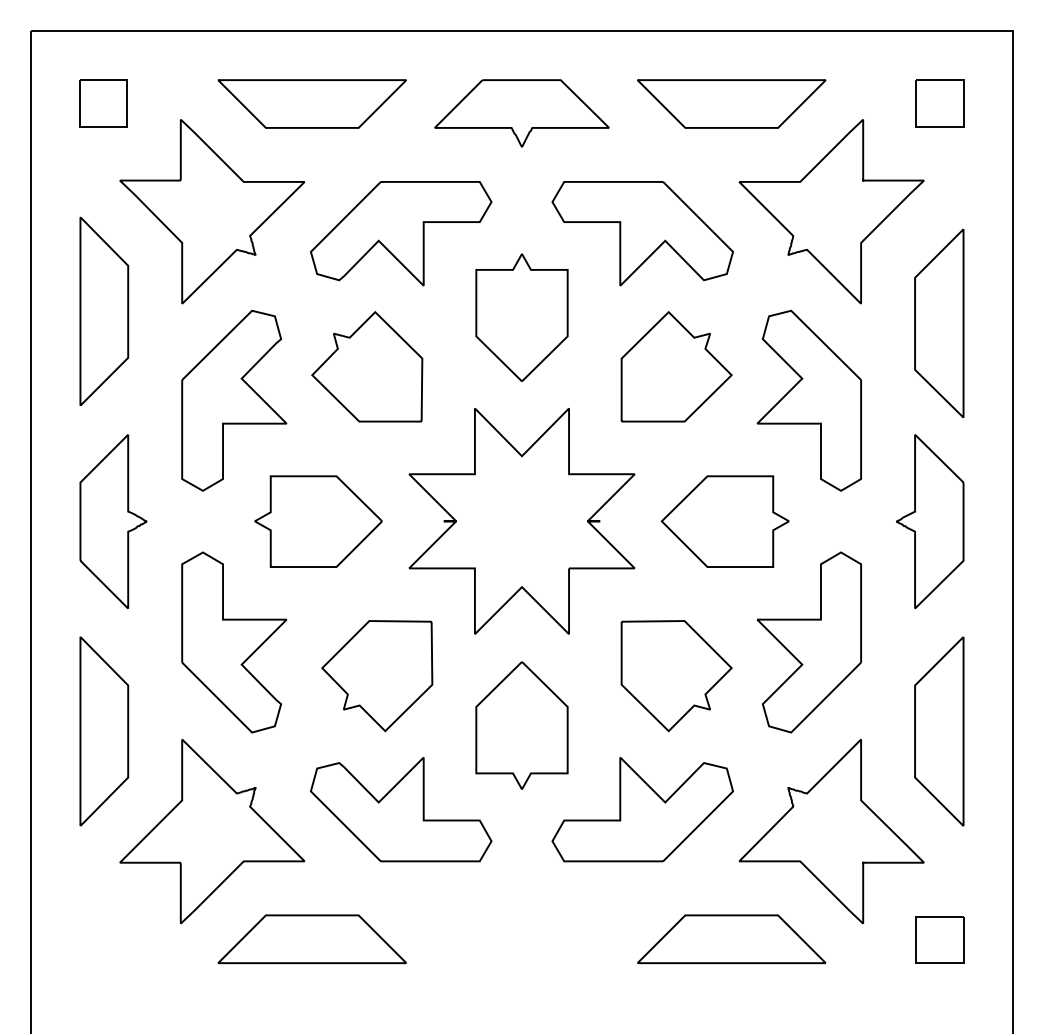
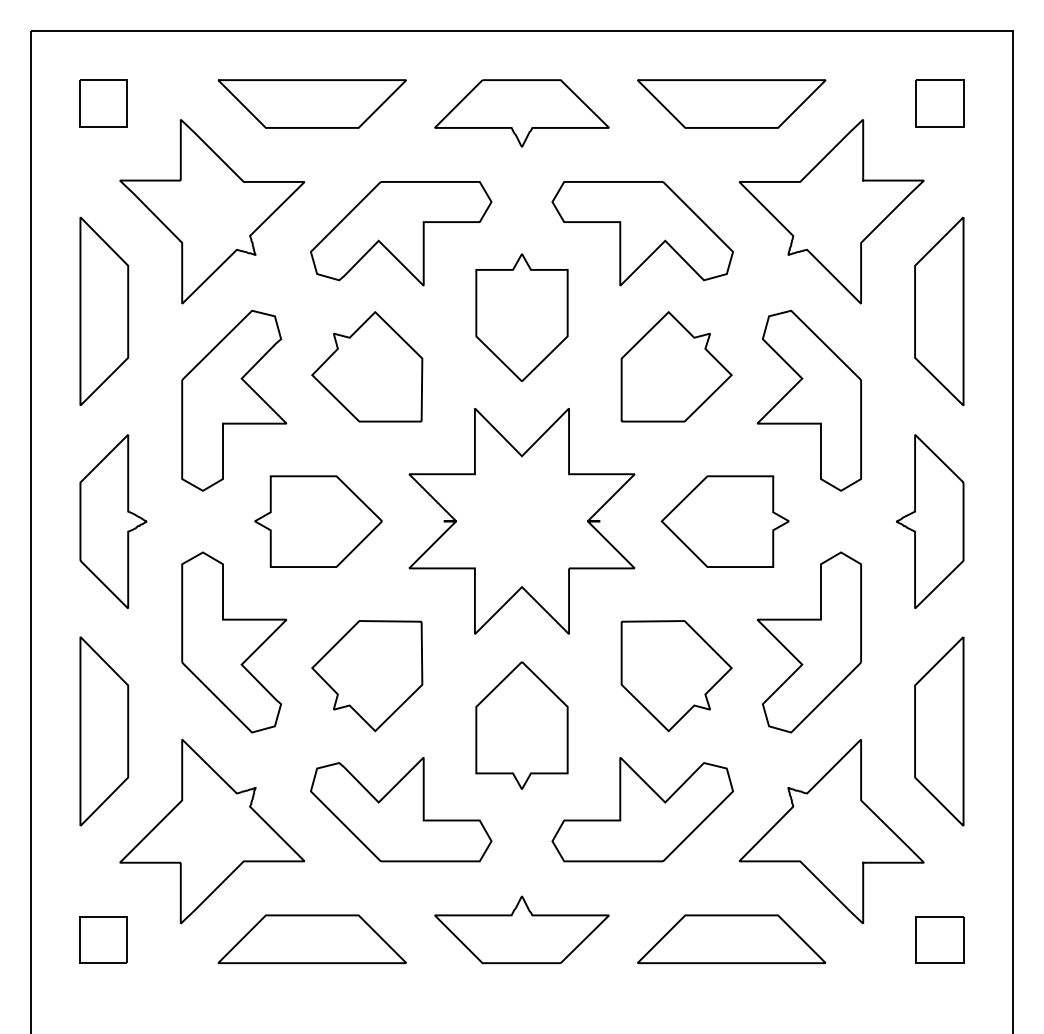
part at (939, 322) position: (939, 322) -> (939, 310)
part at (377, 676) position: (377, 676) -> (367, 676)
part at (521, 929): none -> present
part at (103, 939): none -> present
